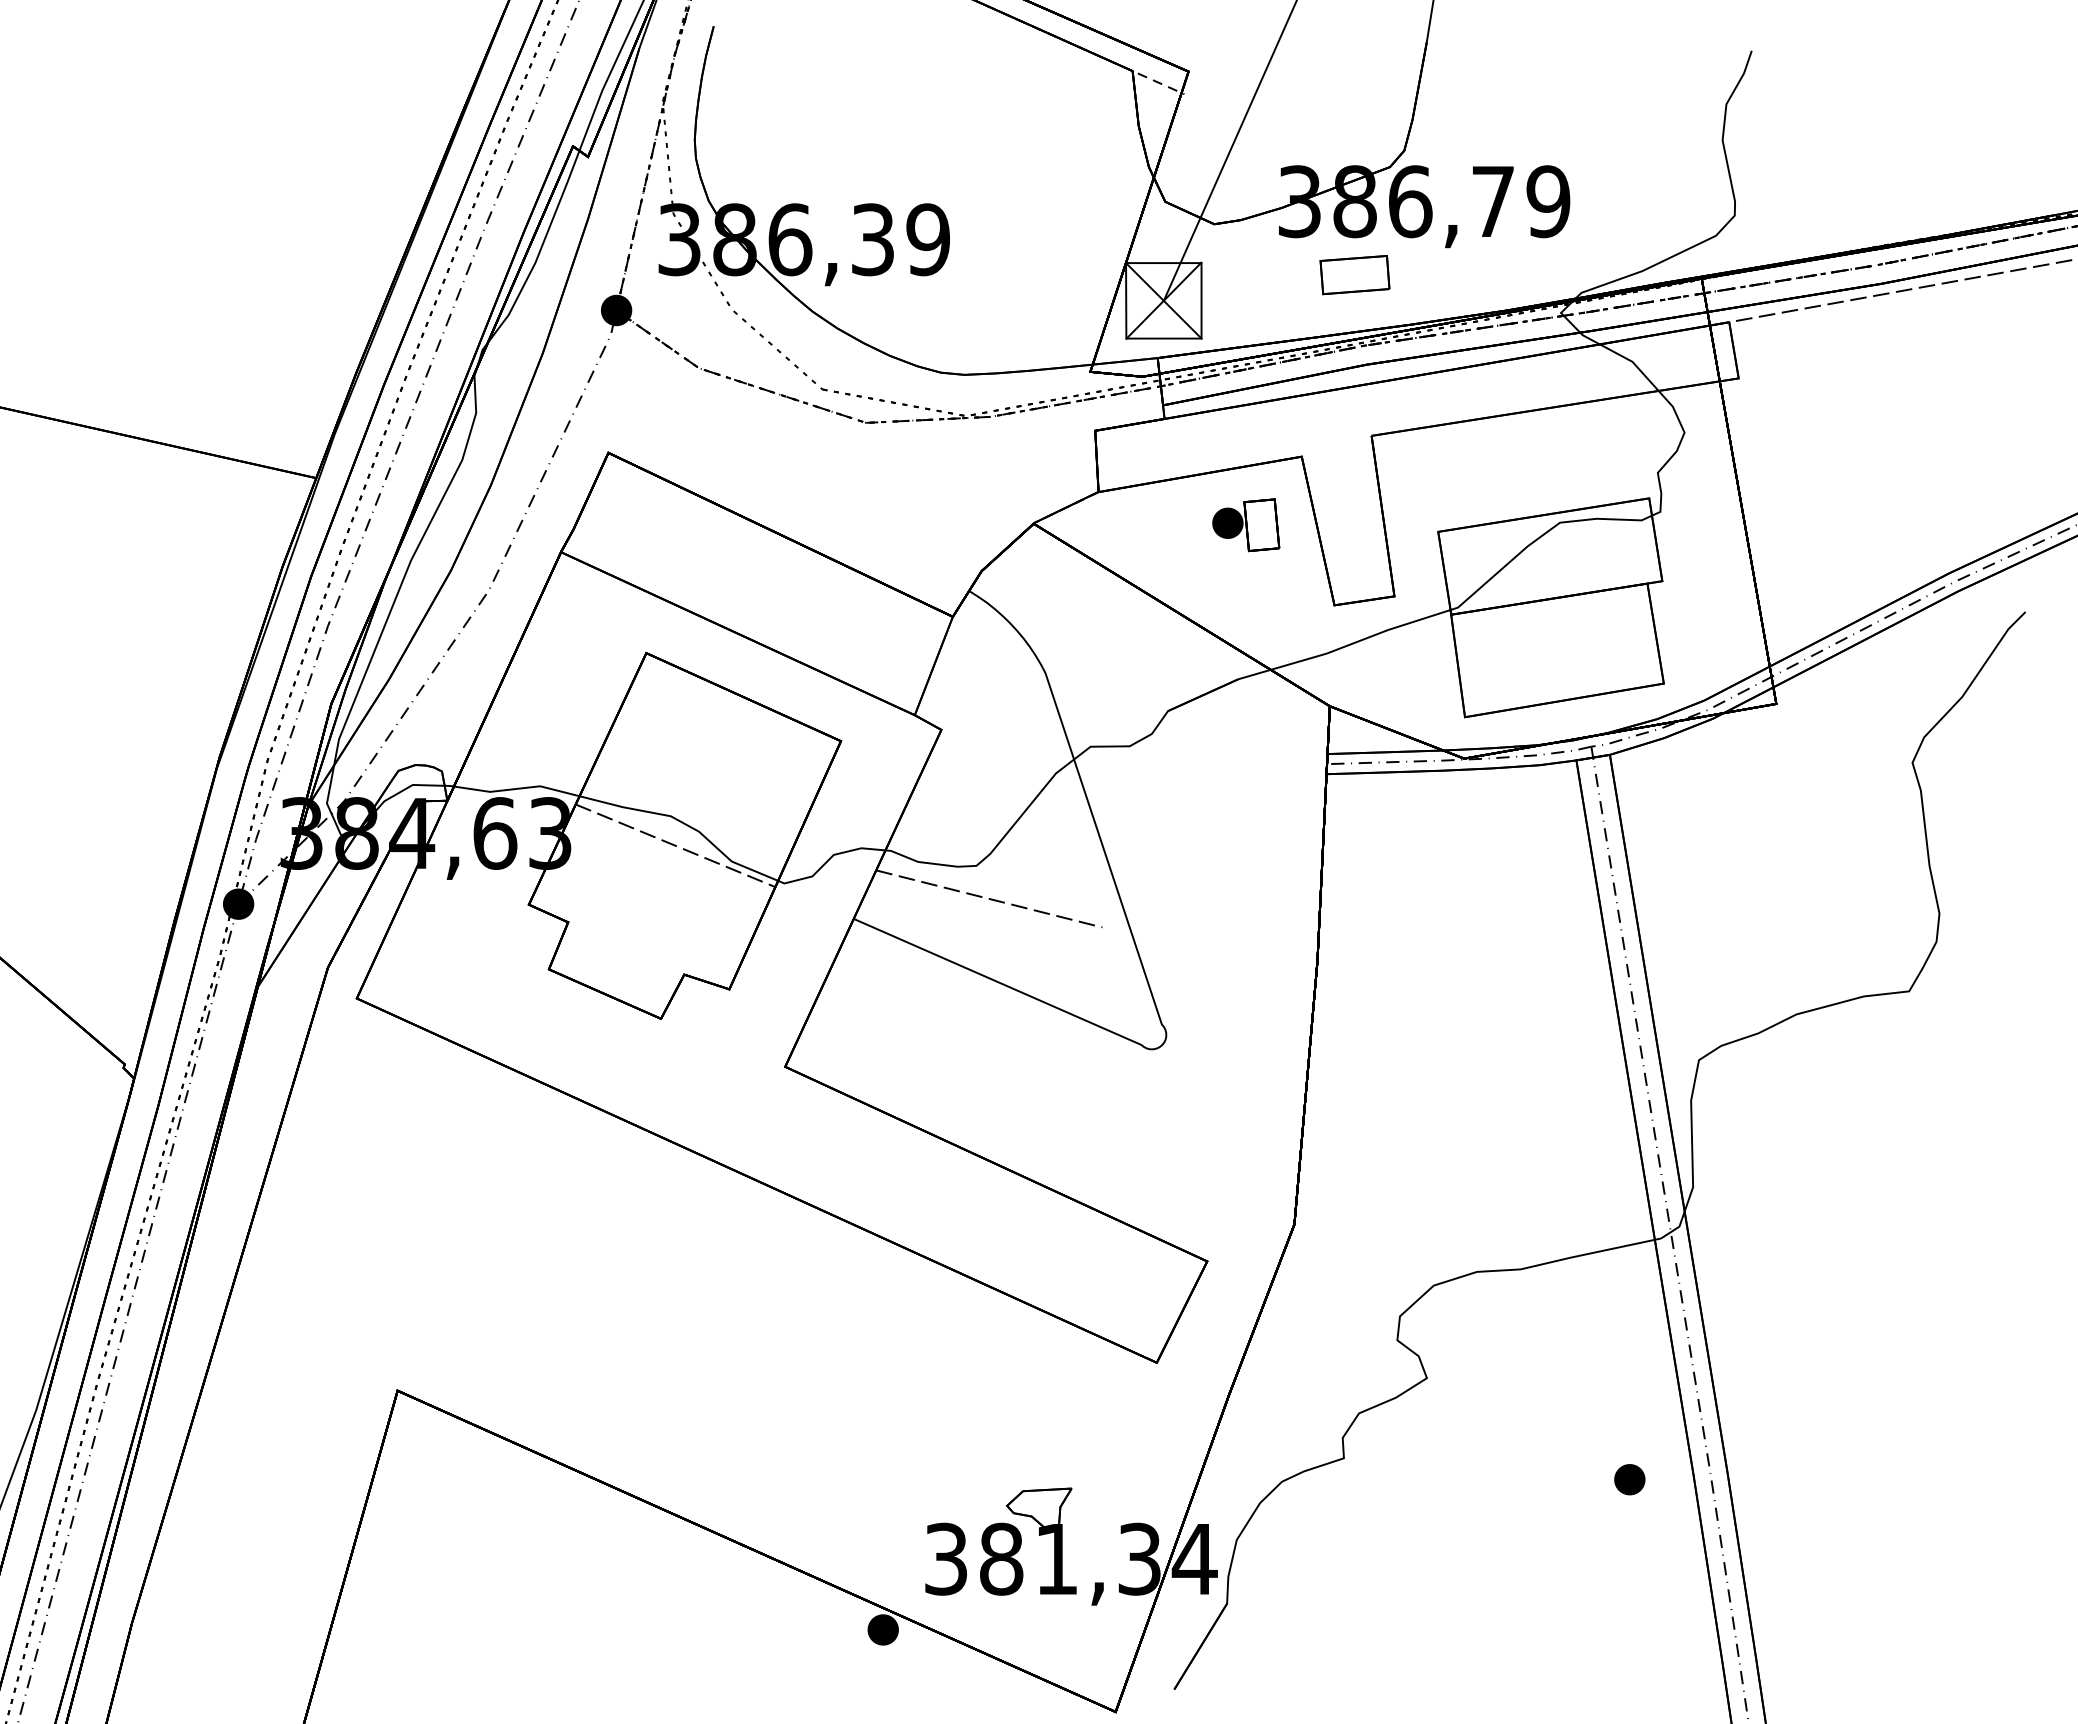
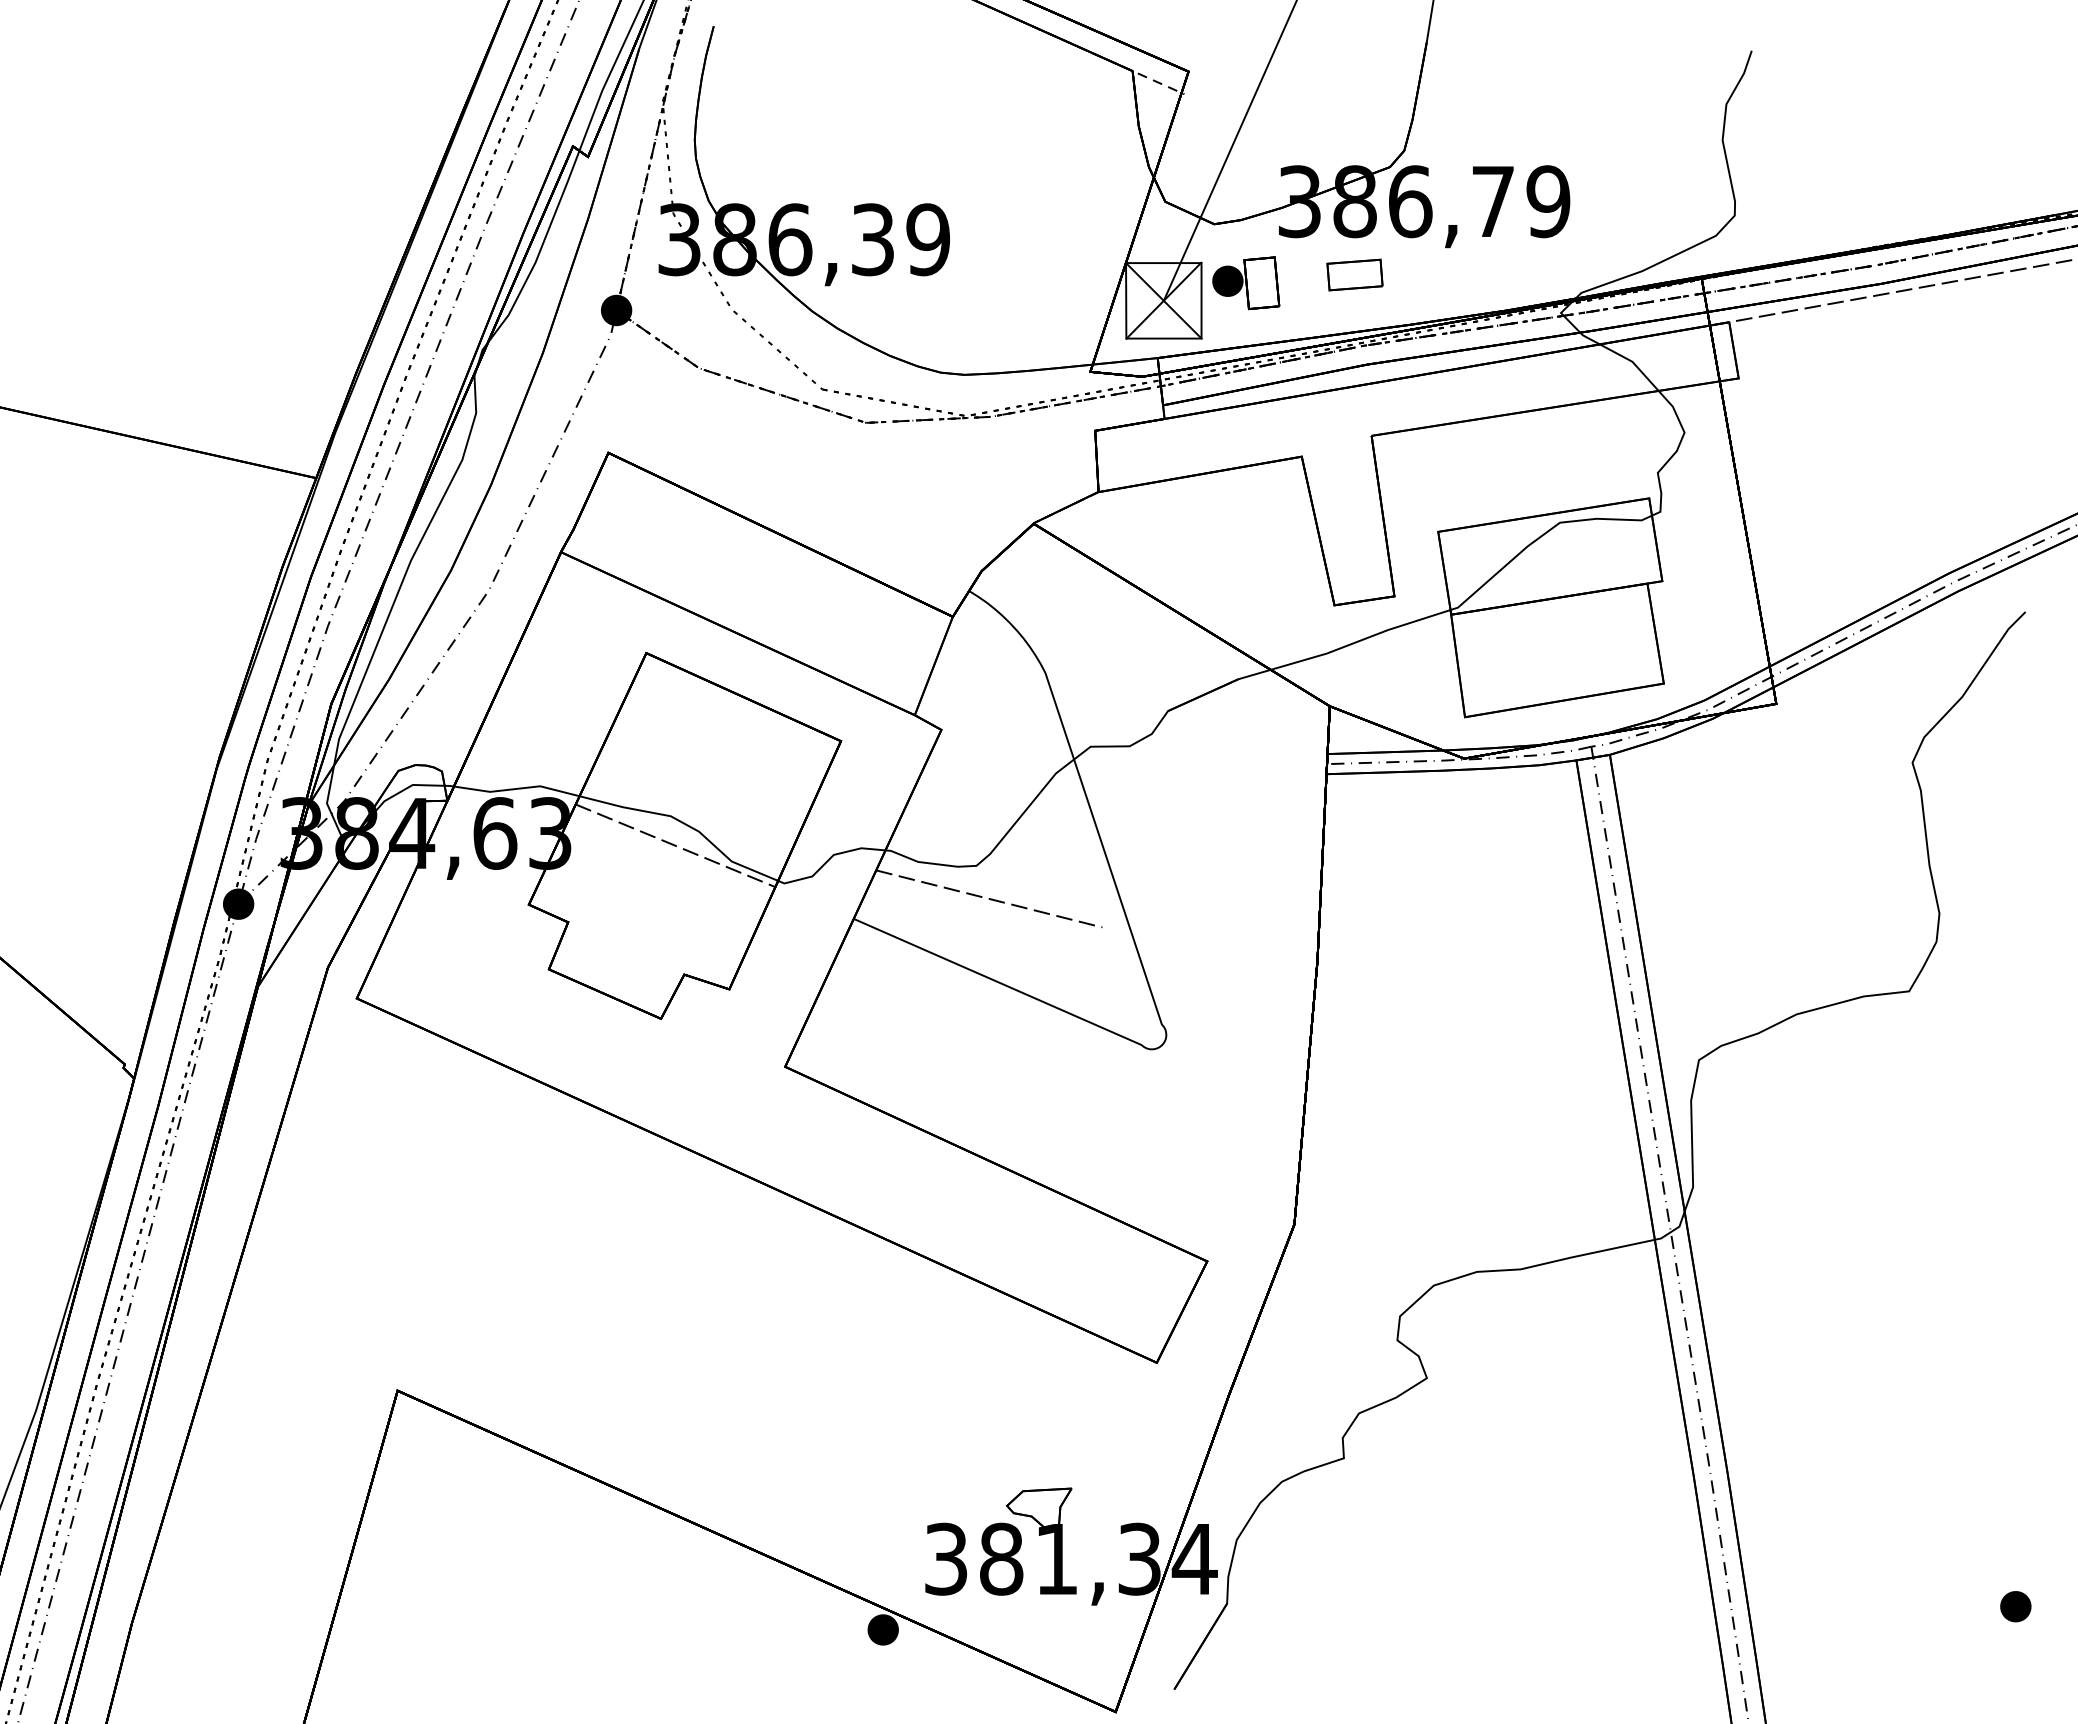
part at (1354, 275) size: 72x41 px -> 58x34 px
part at (1246, 525) position: (1246, 525) -> (1246, 283)
part at (1629, 1479) position: (1629, 1479) -> (2015, 1606)
